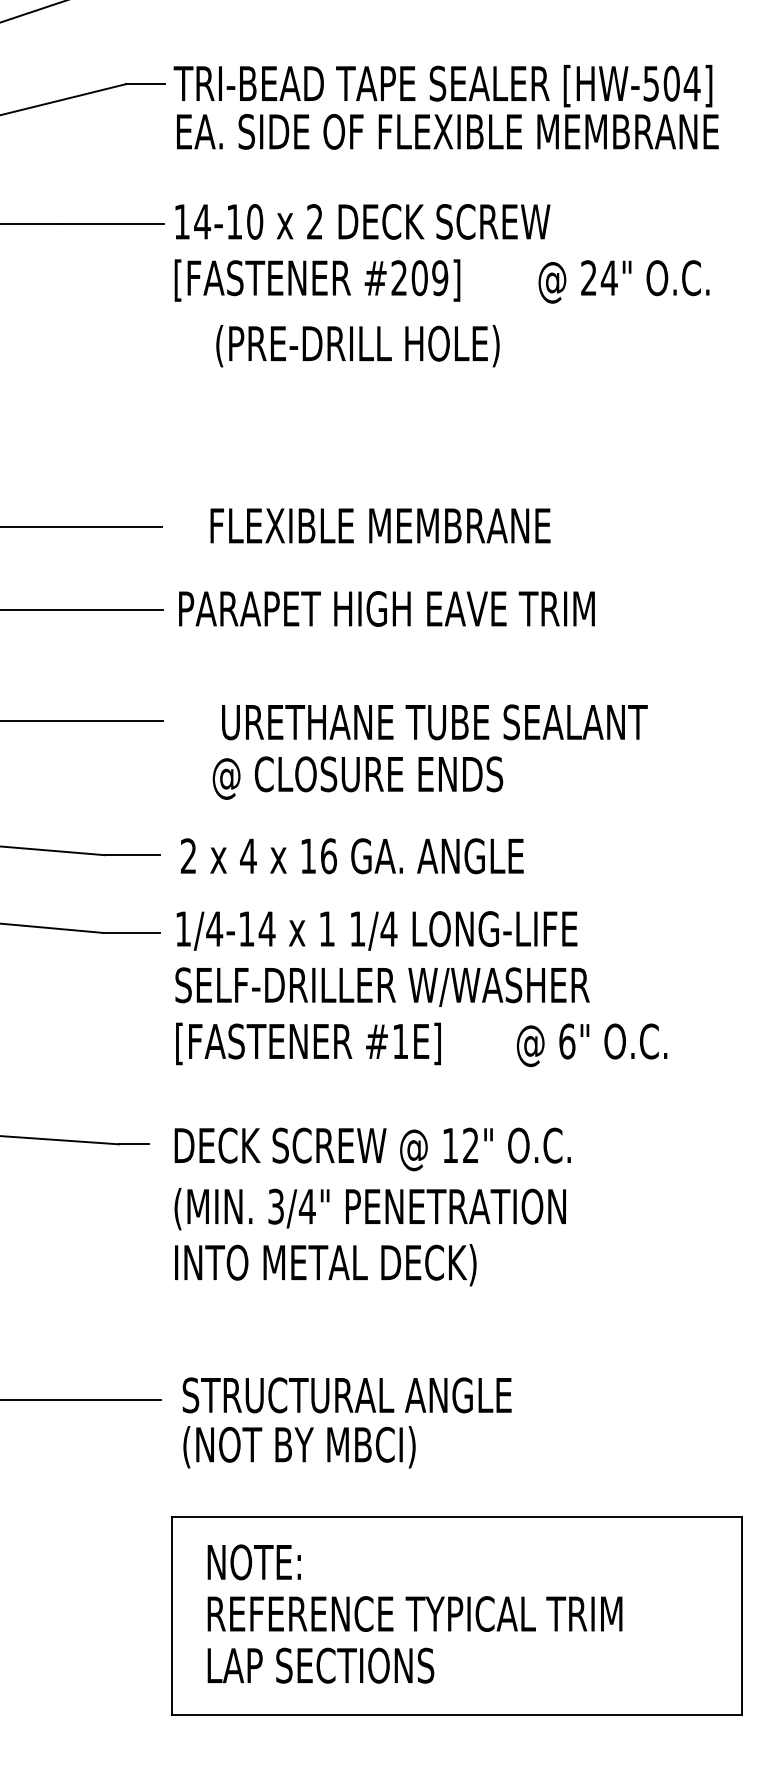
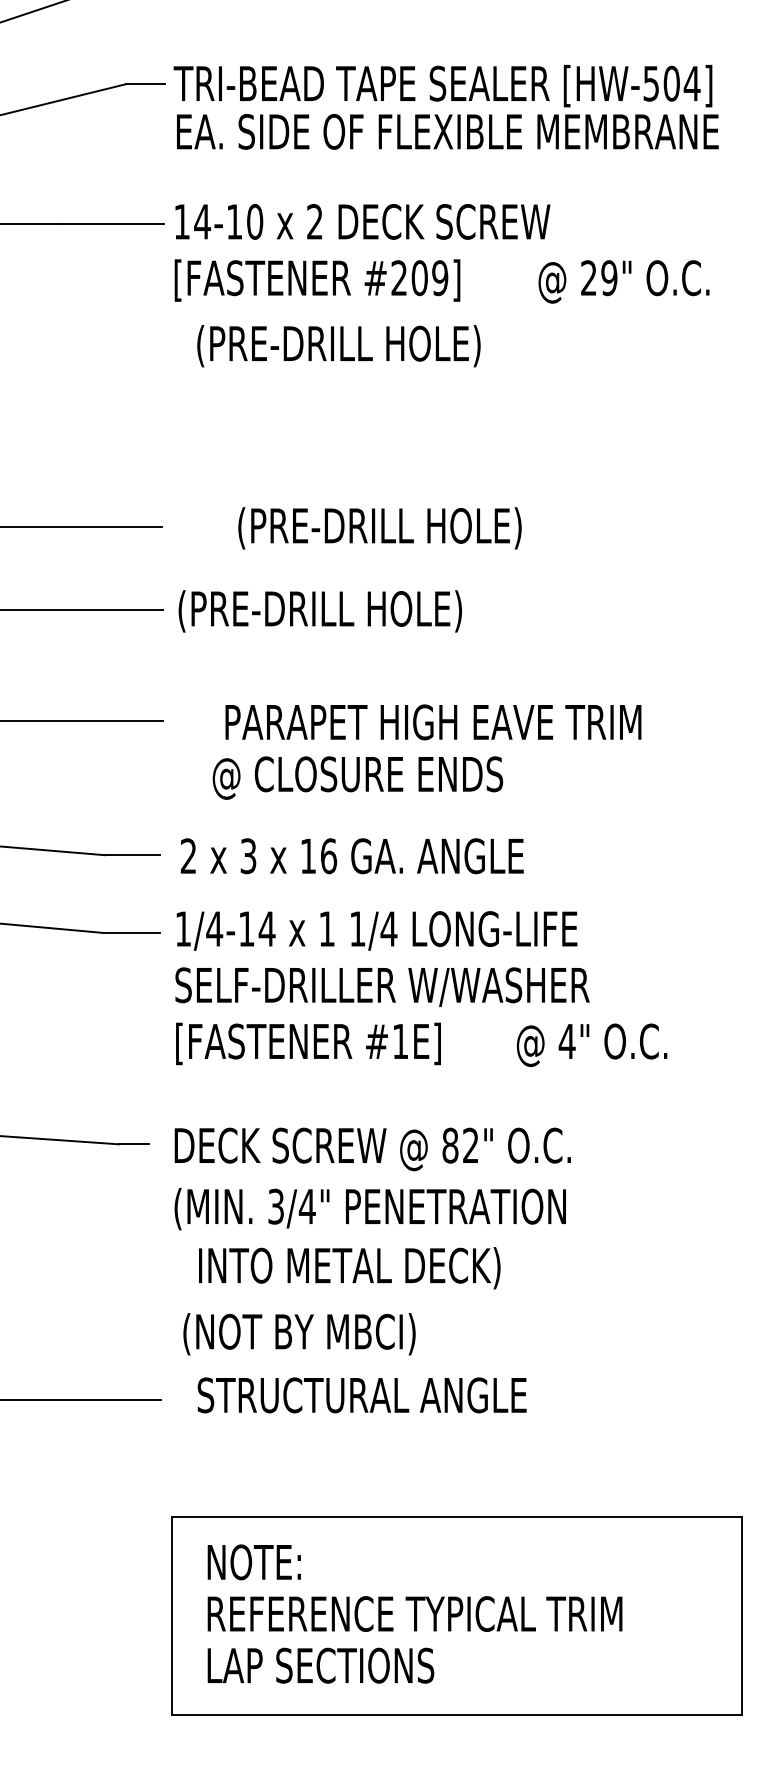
text at (608, 278): 24" -> 29"
text at (357, 346) position: (357, 346) -> (338, 346)
text at (380, 528): FLEXIBLE MEMBRANE -> (PRE-DRILL HOLE)
text at (386, 611): PARAPET HIGH EAVE TRIM -> (PRE-DRILL HOLE)
text at (434, 722): URETHANE TUBE SEALANT -> PARAPET HIGH EAVE TRIM
text at (248, 856): 4 -> 3
text at (566, 1041): 6" -> 4"
text at (450, 1145): 12" -> 82"
text at (325, 1265) position: (325, 1265) -> (349, 1268)
text at (346, 1395) position: (346, 1395) -> (361, 1395)
text at (299, 1447) position: (299, 1447) -> (299, 1334)
